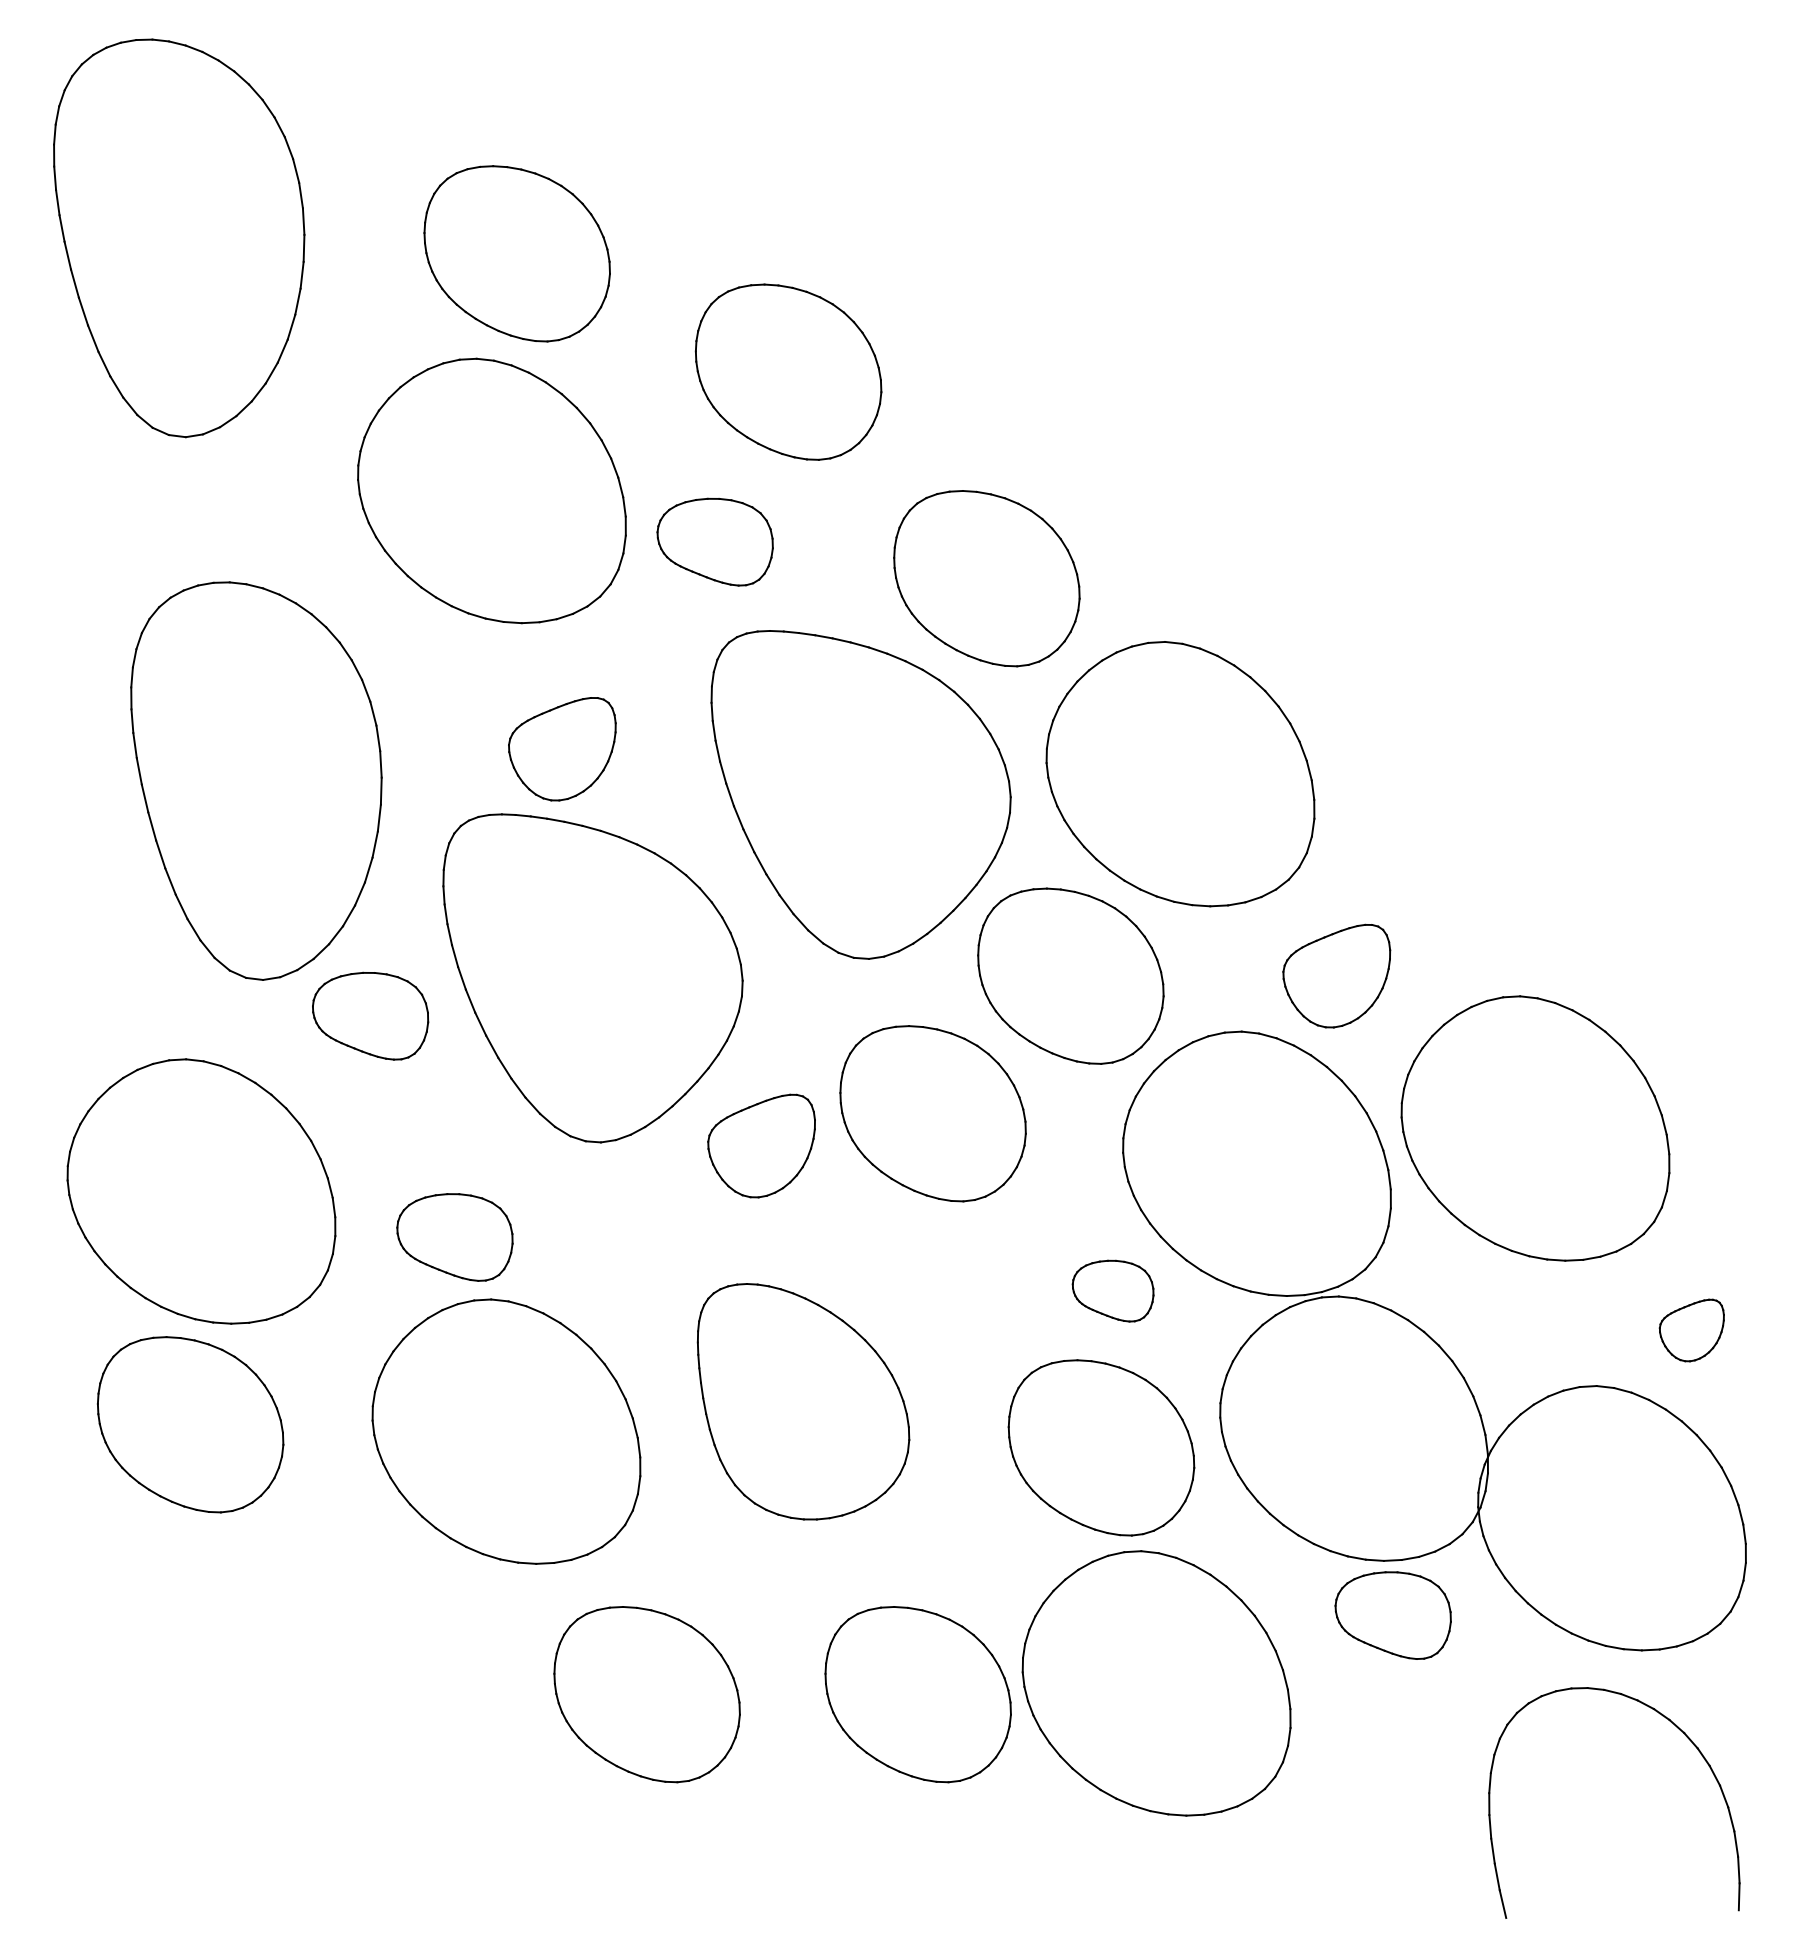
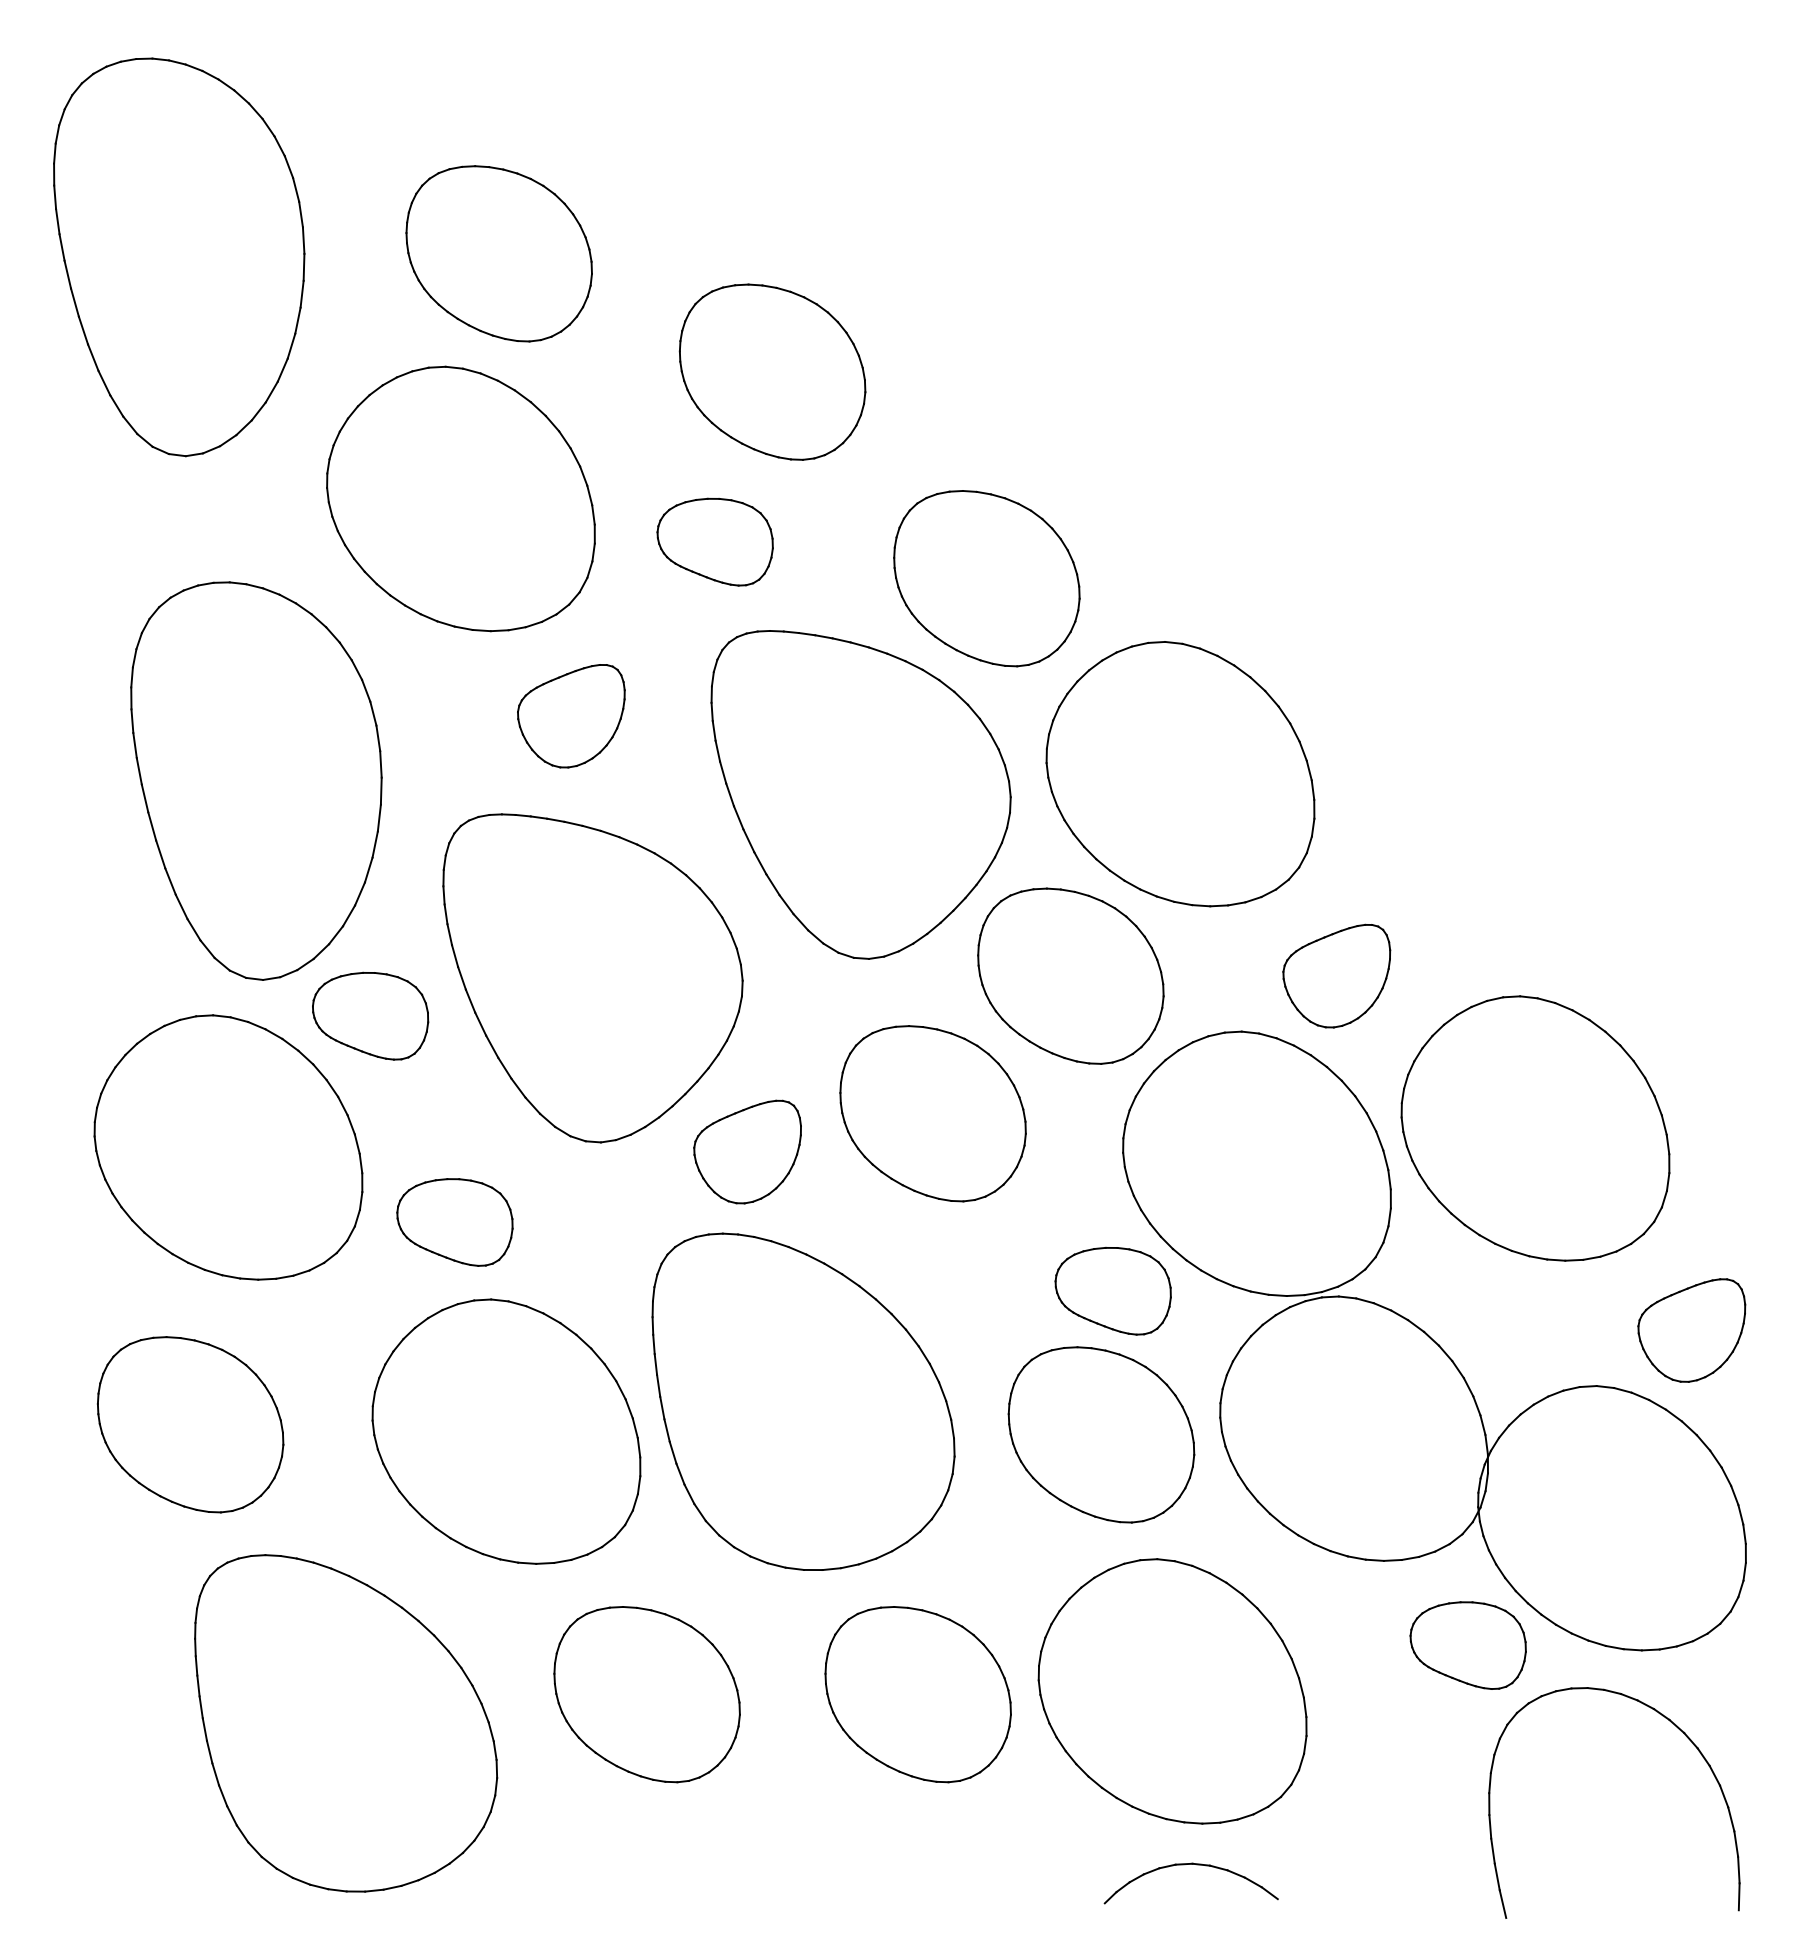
part at (179, 238) position: (179, 238) -> (179, 257)
part at (516, 253) position: (516, 253) -> (498, 253)
part at (788, 371) position: (788, 371) -> (772, 371)
part at (491, 490) position: (491, 490) -> (460, 498)
part at (562, 749) position: (562, 749) -> (571, 716)
part at (761, 1145) position: (761, 1145) -> (747, 1151)
part at (201, 1191) position: (201, 1191) -> (228, 1147)
part at (454, 1237) position: (454, 1237) -> (454, 1222)
part at (1112, 1290) size: 84x64 px -> 118x90 px
part at (1691, 1330) size: 67x65 px -> 110x105 px
part at (803, 1401) size: 215x238 px -> 305x339 px
part at (1101, 1447) position: (1101, 1447) -> (1101, 1434)
part at (1392, 1615) position: (1392, 1615) -> (1467, 1645)
part at (1156, 1683) position: (1156, 1683) -> (1172, 1691)
part at (346, 1723): none -> present
part at (1184, 1865): none -> present
